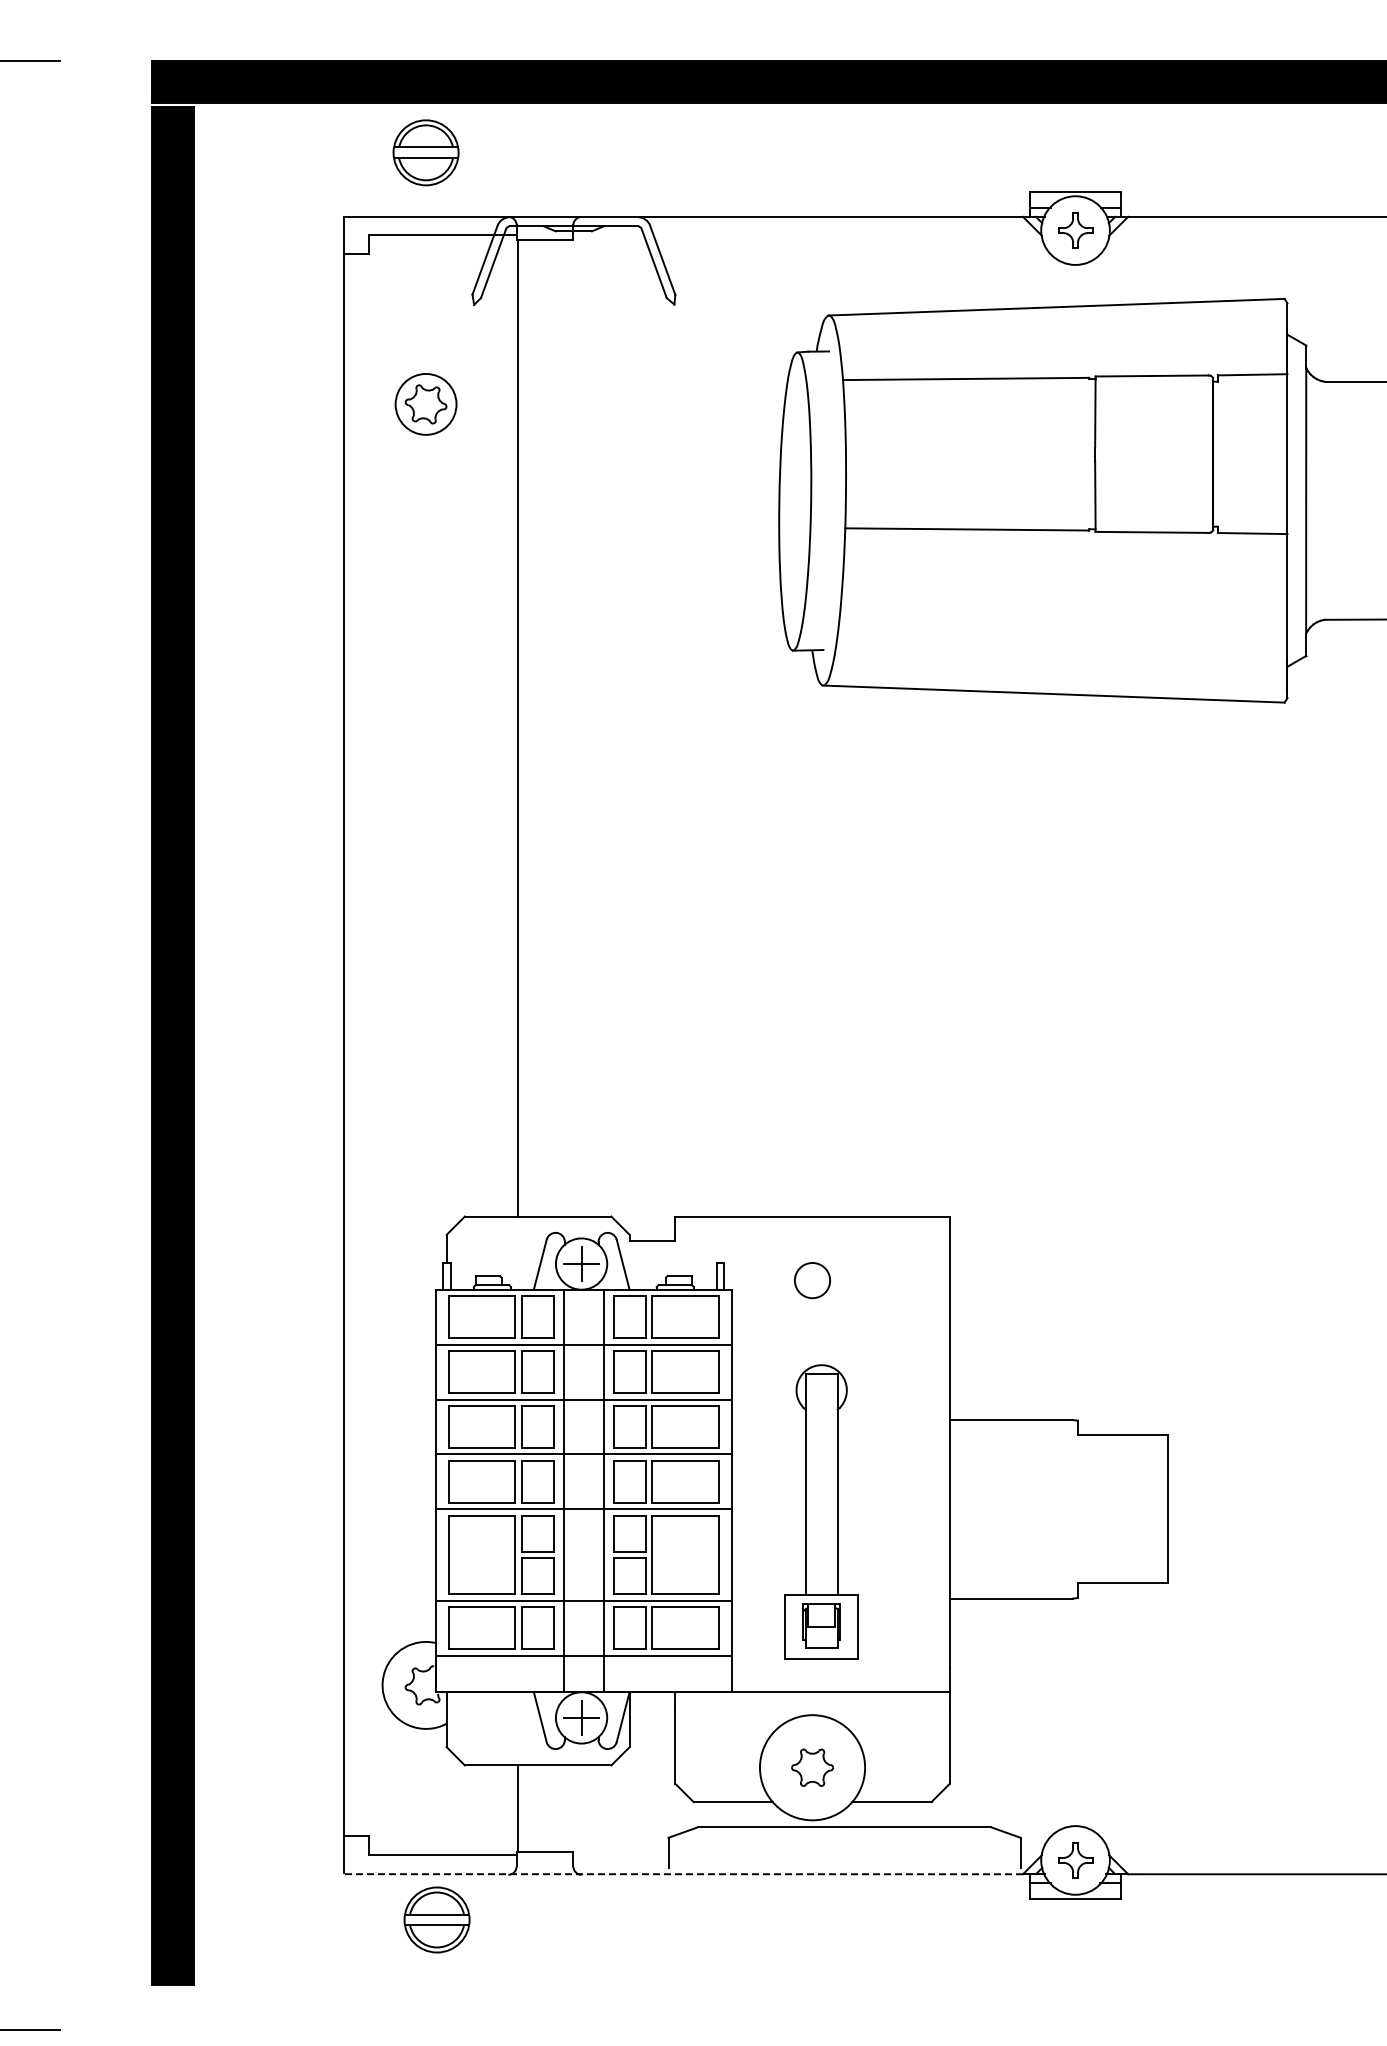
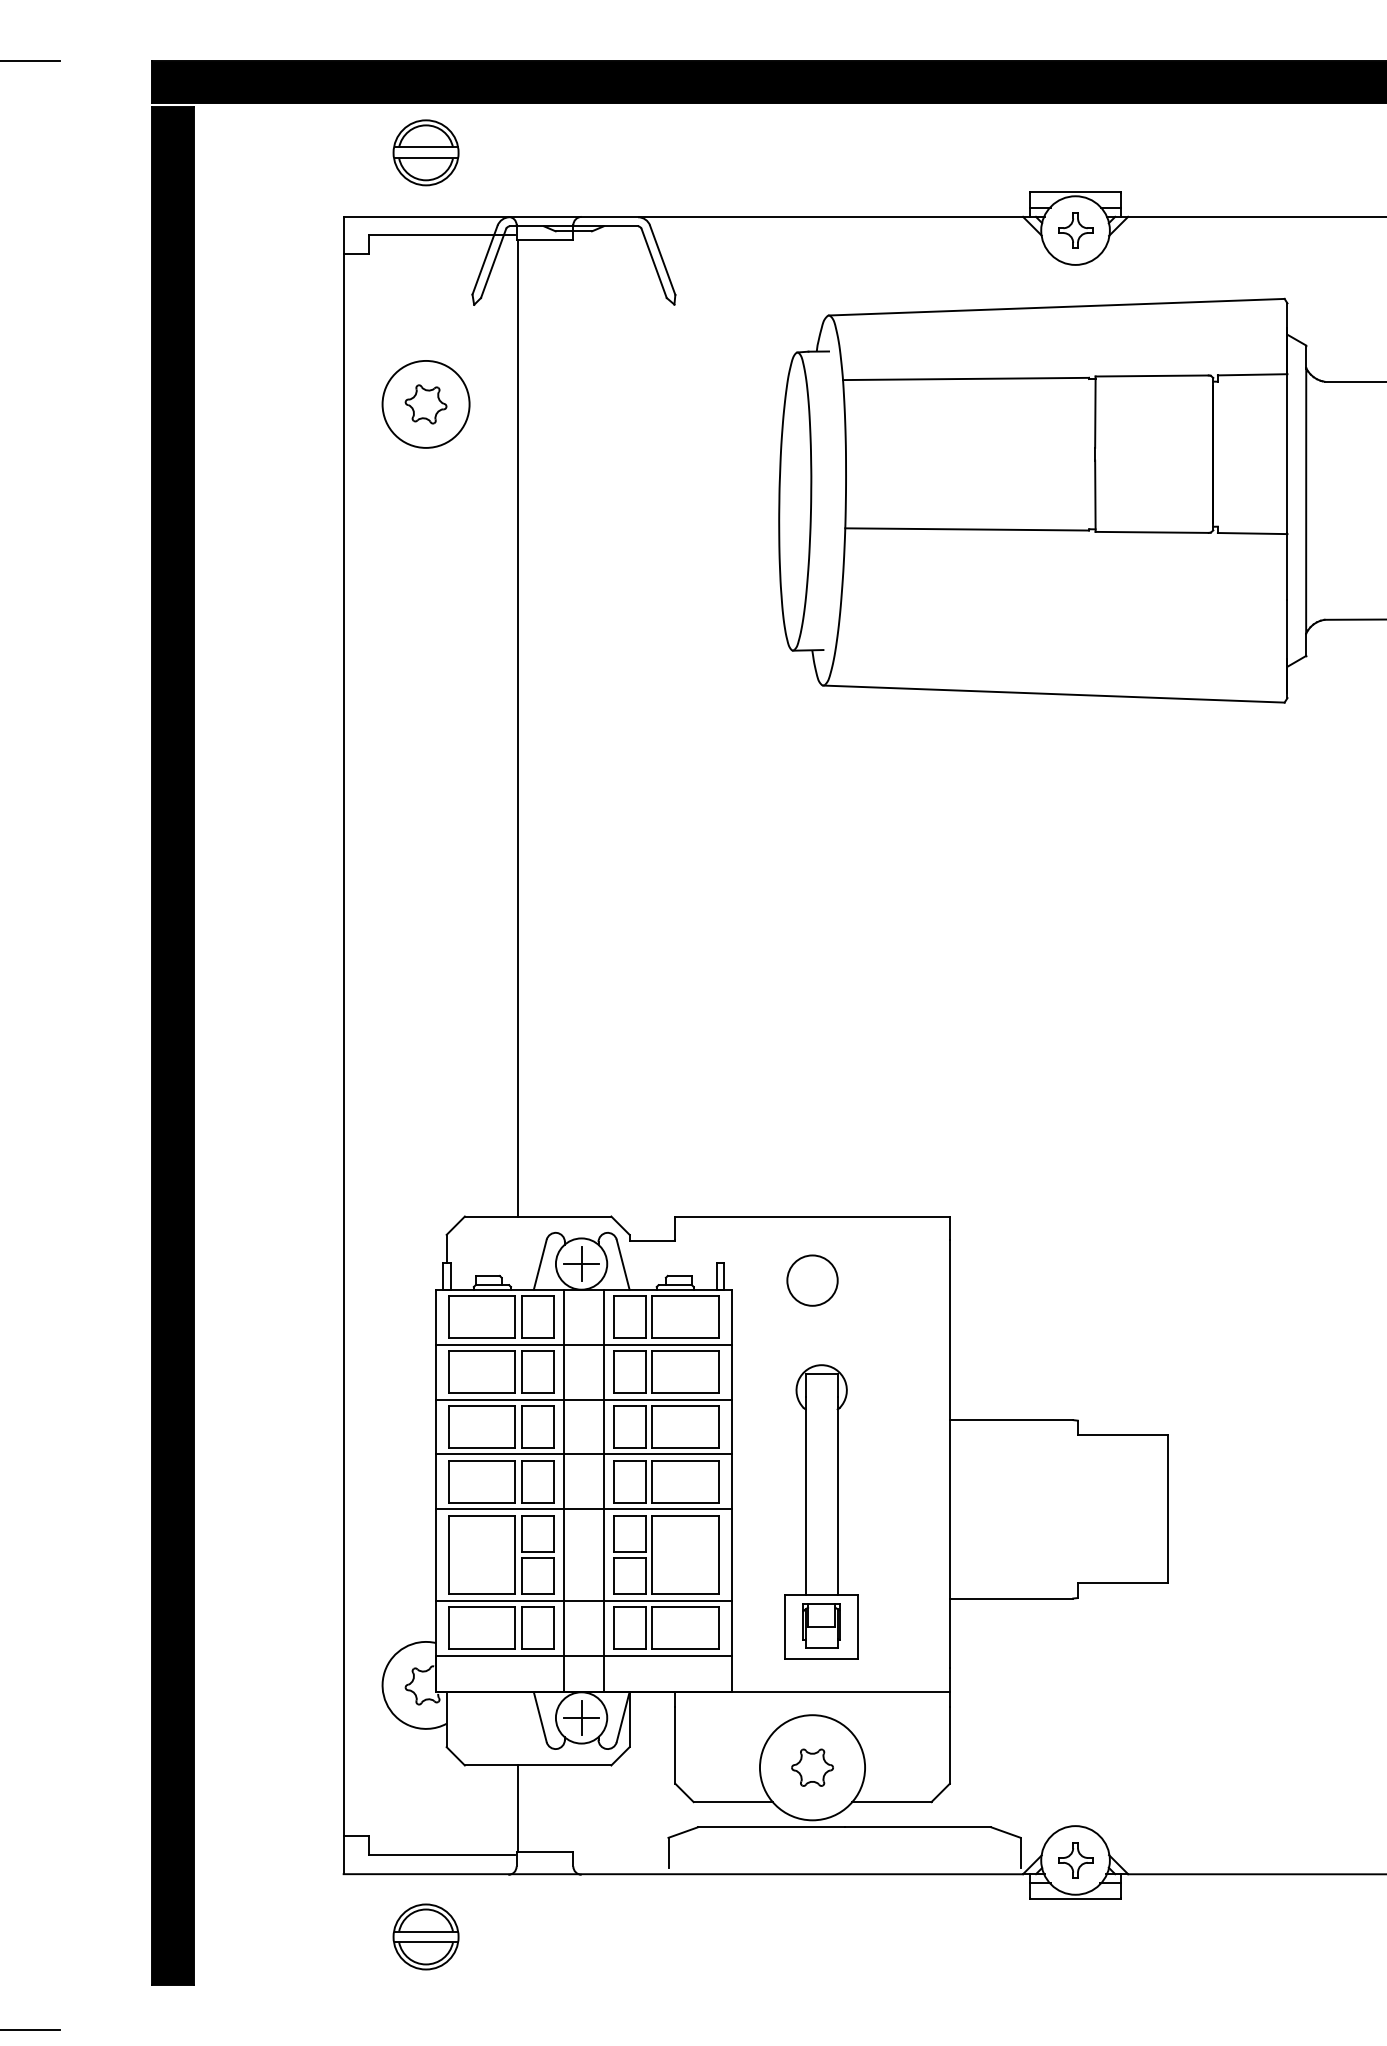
circle at (425, 403) diameter: 61 px -> 87 px
circle at (812, 1280) size: 37x38 px -> 53x53 px
line at (683, 1874): dashed -> solid
part at (436, 1919) position: (436, 1919) -> (425, 1936)
